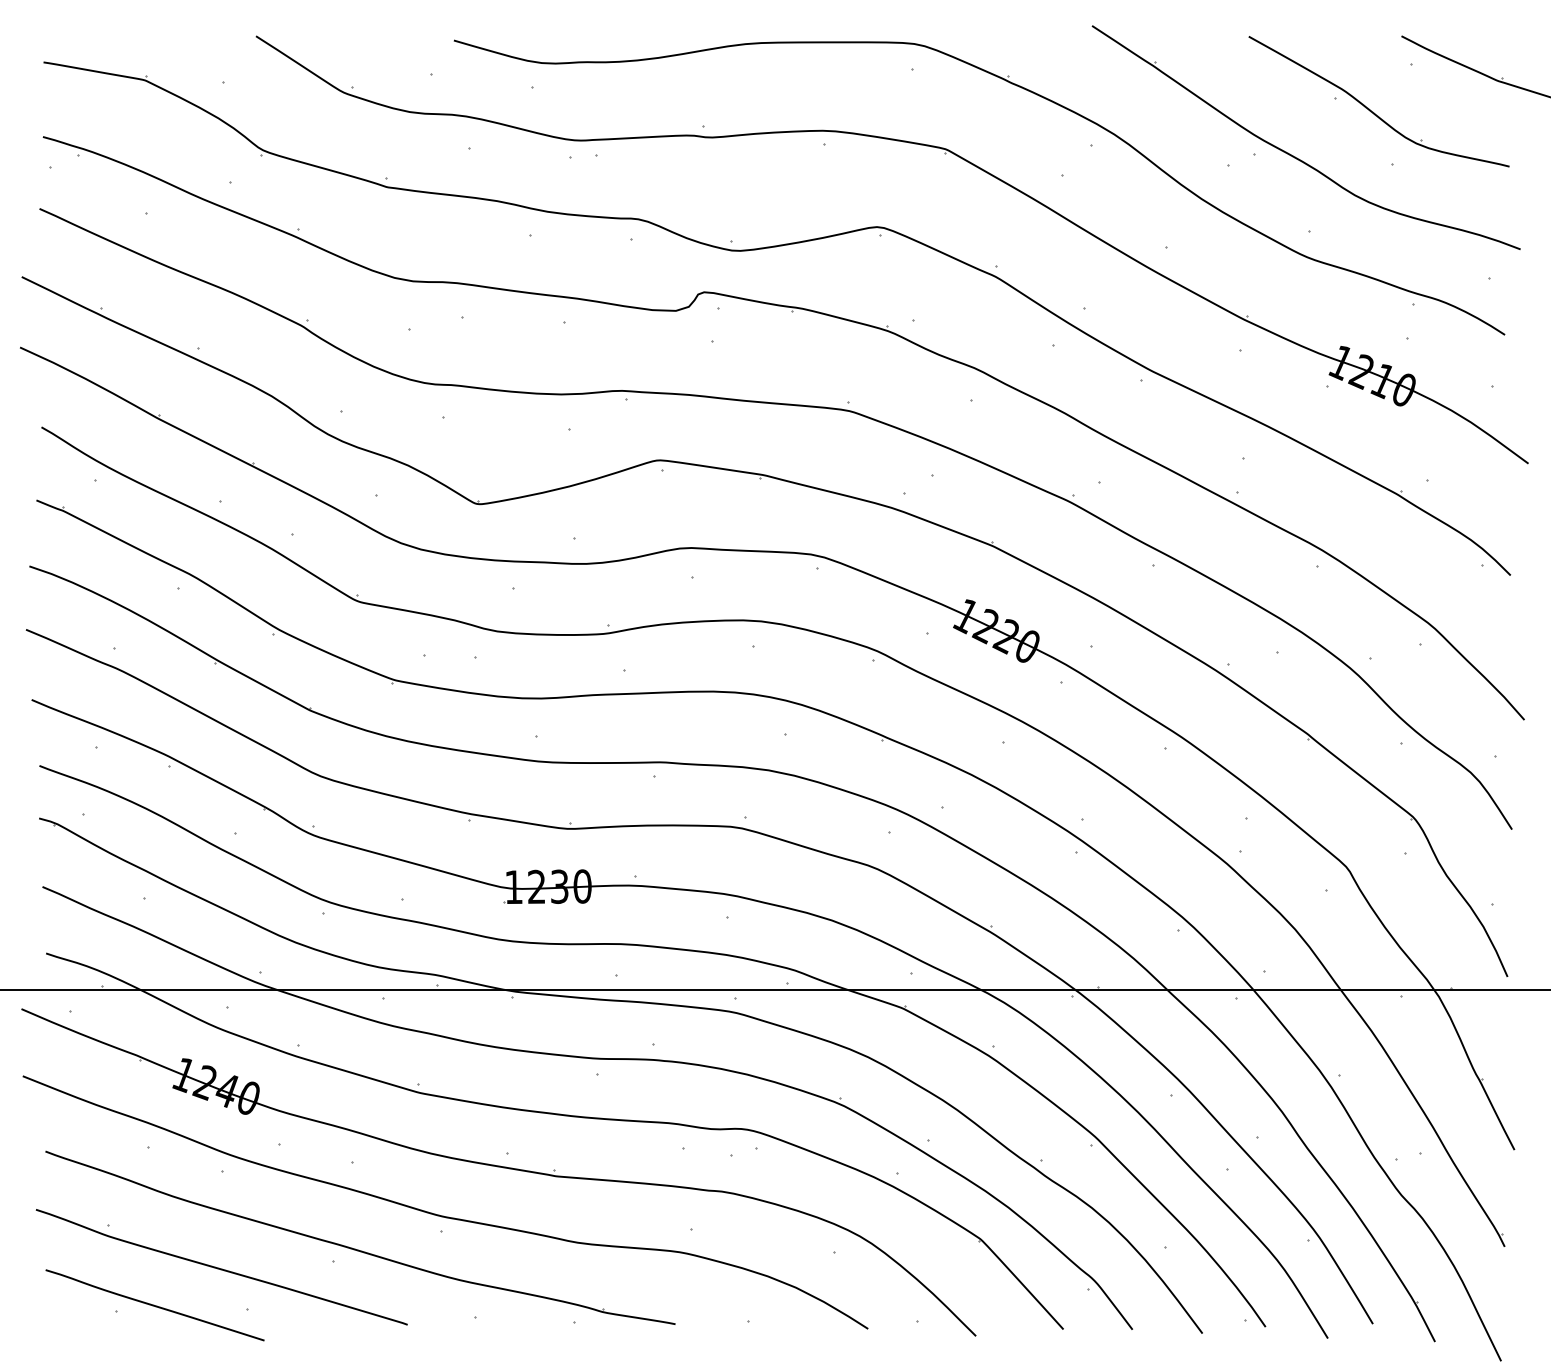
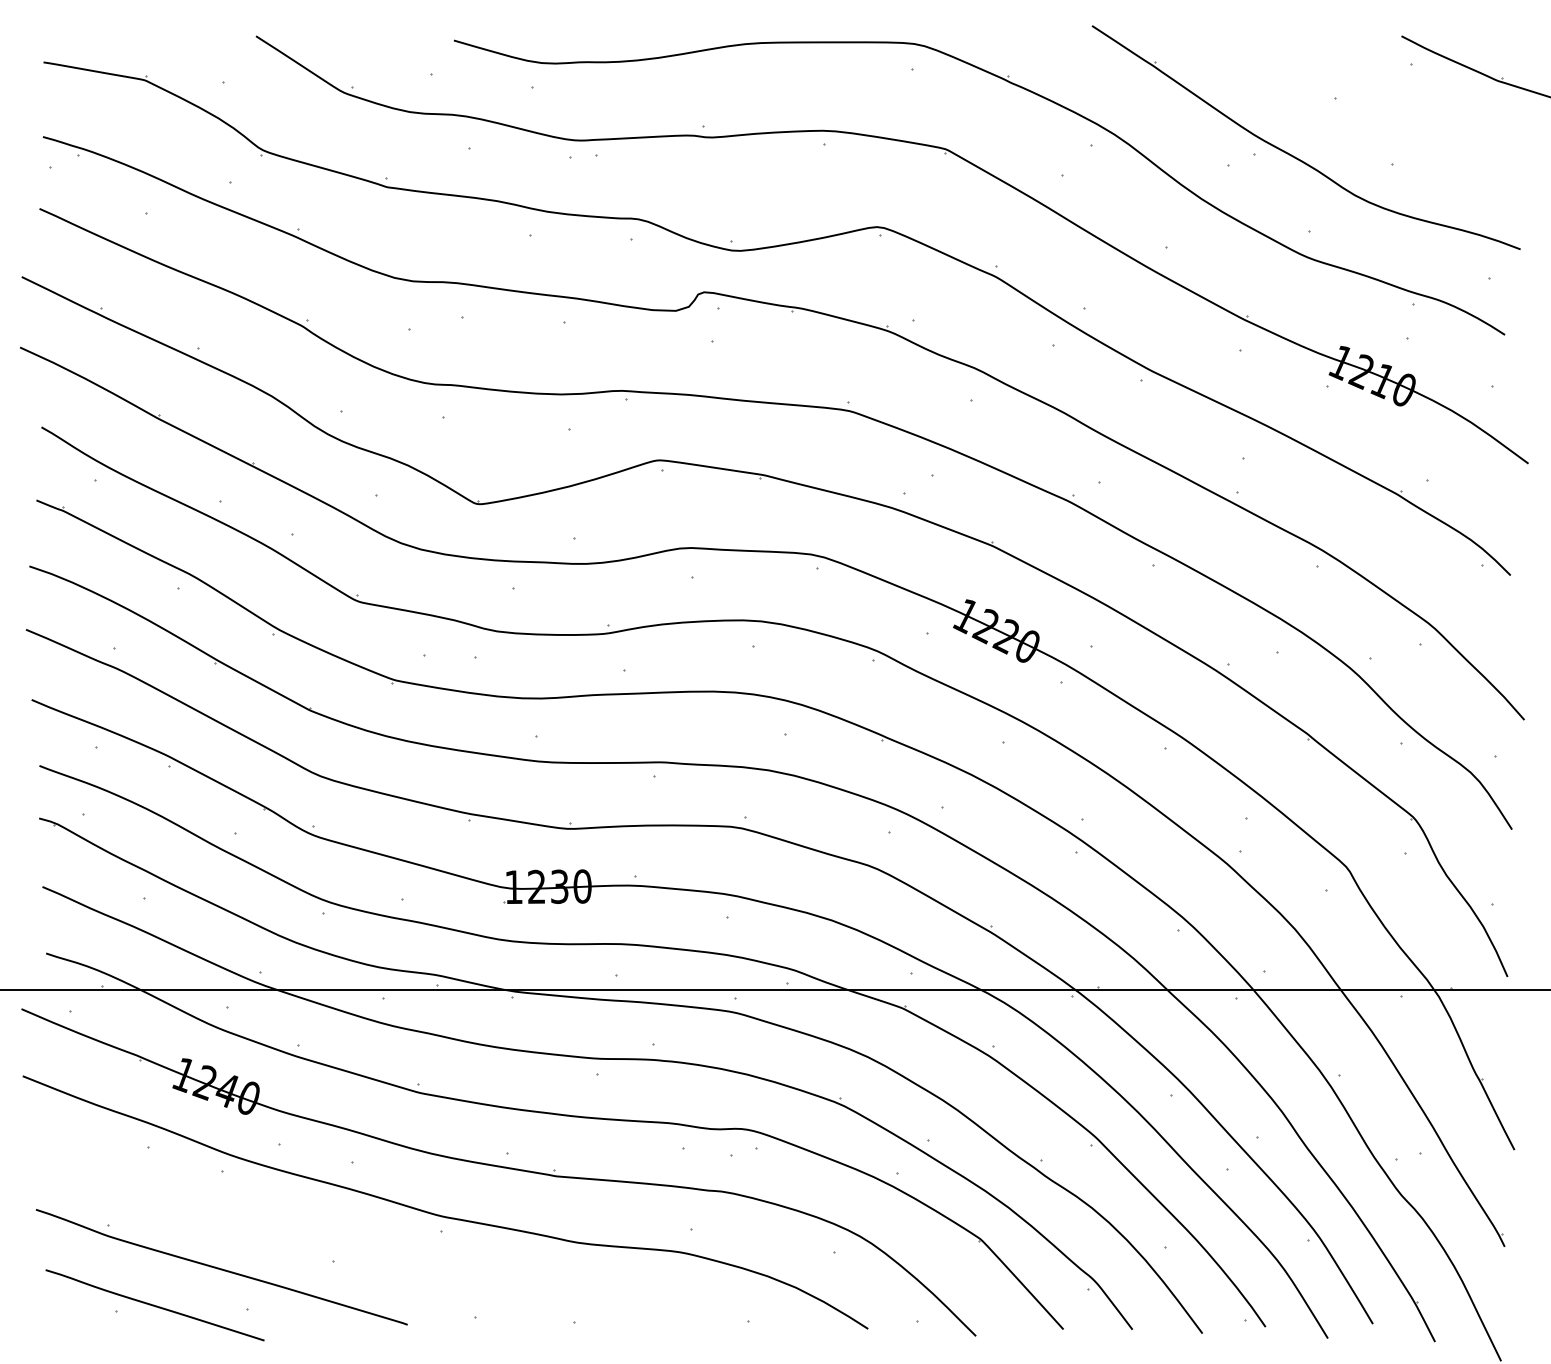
part at (1370, 109): present -> none
part at (355, 1248): present -> none
